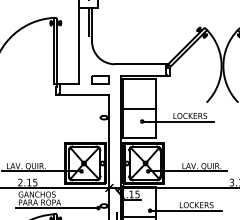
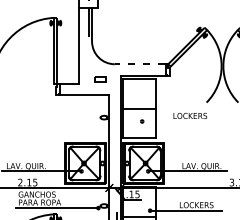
line at (139, 64): solid -> dashed
part at (100, 79) size: 19x10 px -> 13x7 px
line at (178, 121): present -> none
